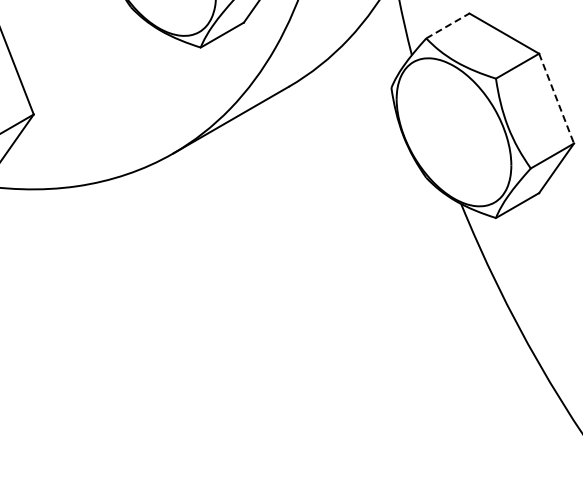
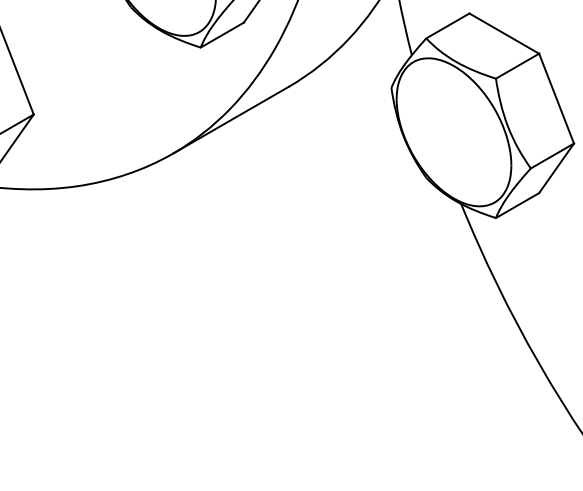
line at (447, 25): dashed -> solid
line at (556, 99): dashed -> solid
